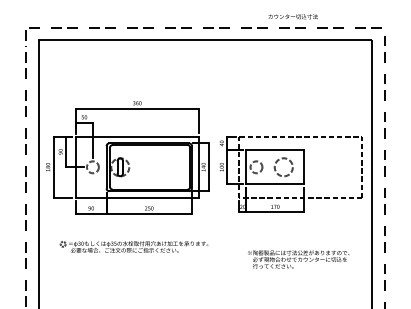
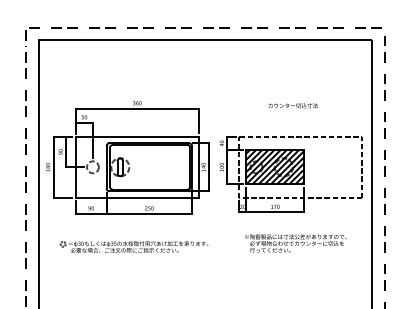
text at (292, 16) position: (292, 16) -> (292, 105)
hatch at (275, 167): none -> present
text at (298, 259) position: (298, 259) -> (295, 243)
